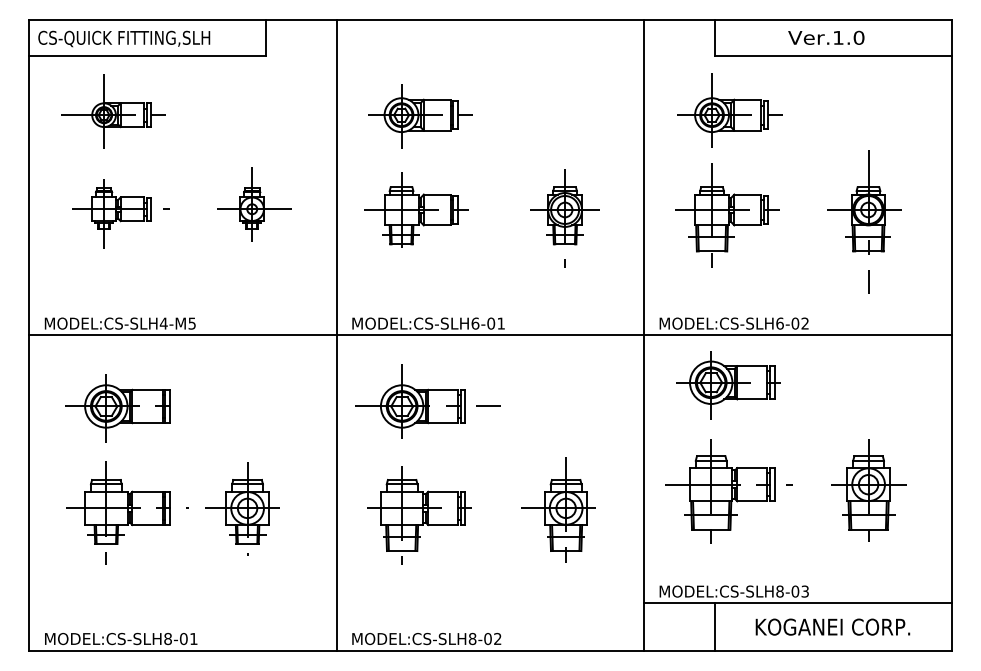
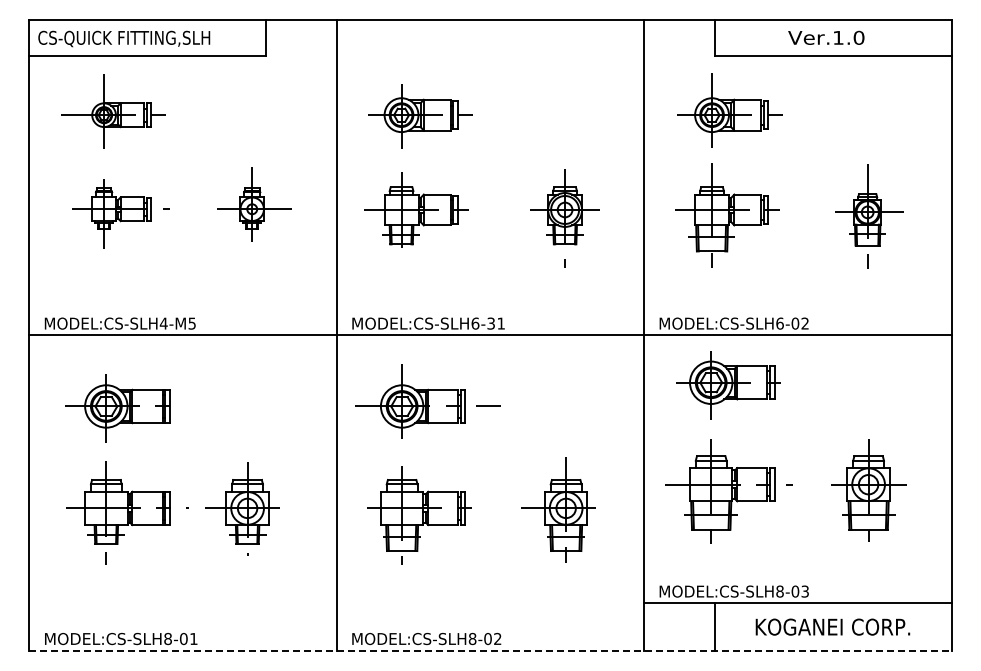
part at (864, 221) size: 75x144 px -> 66x105 px
text at (491, 323): MODEL:CS-SLH6-01 -> MODEL:CS-SLH6-31
line at (490, 650): solid -> dashed
